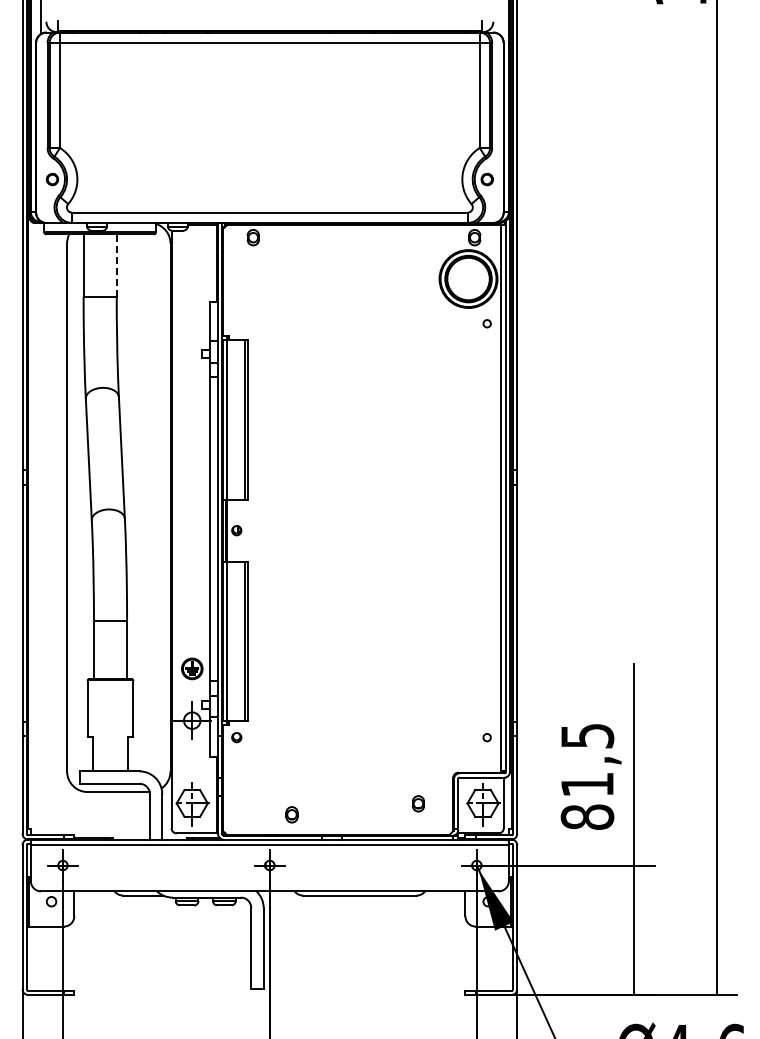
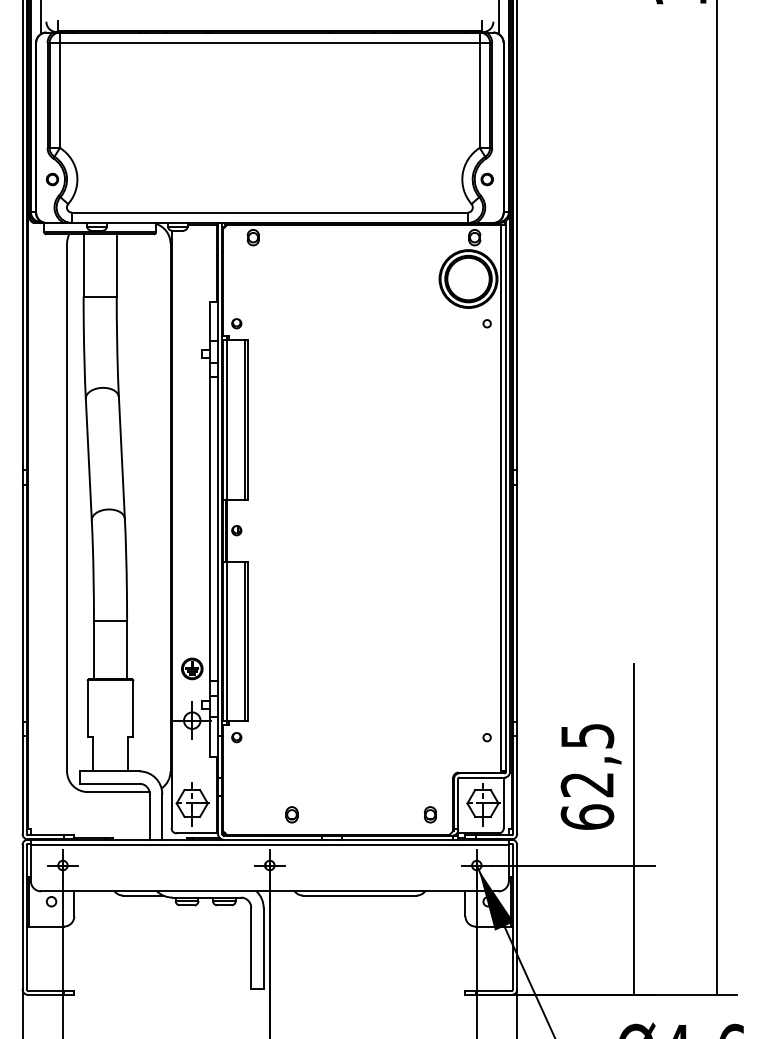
line at (498, 18): none -> present
line at (116, 265): dashed -> solid
part at (236, 323): none -> present
text at (587, 801): 81,5 -> 62,5
part at (417, 803) position: (417, 803) -> (429, 814)
